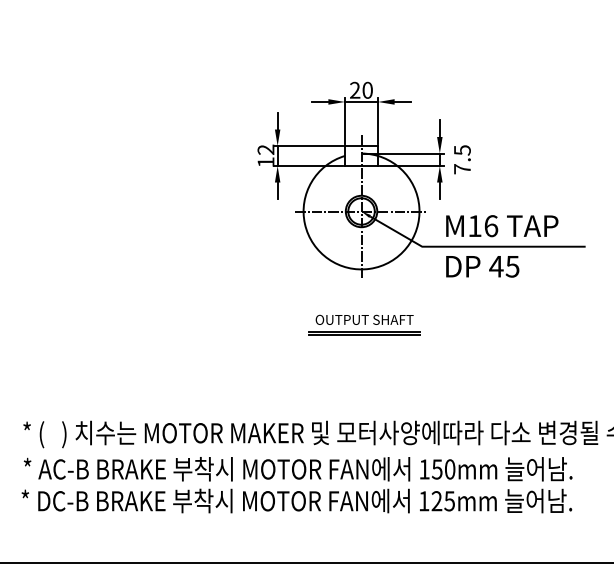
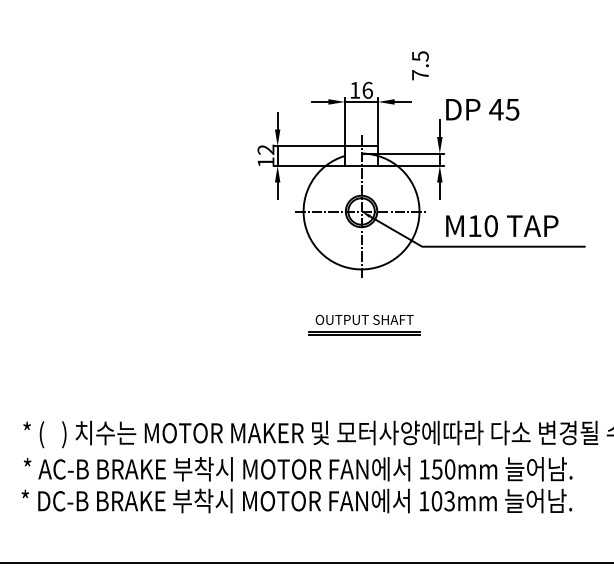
text at (361, 89): 20 -> 16
text at (462, 159) position: (462, 159) -> (420, 65)
text at (491, 226): M16 -> M10
text at (482, 266) position: (482, 266) -> (482, 109)
text at (442, 501): 125mm -> 103mm
